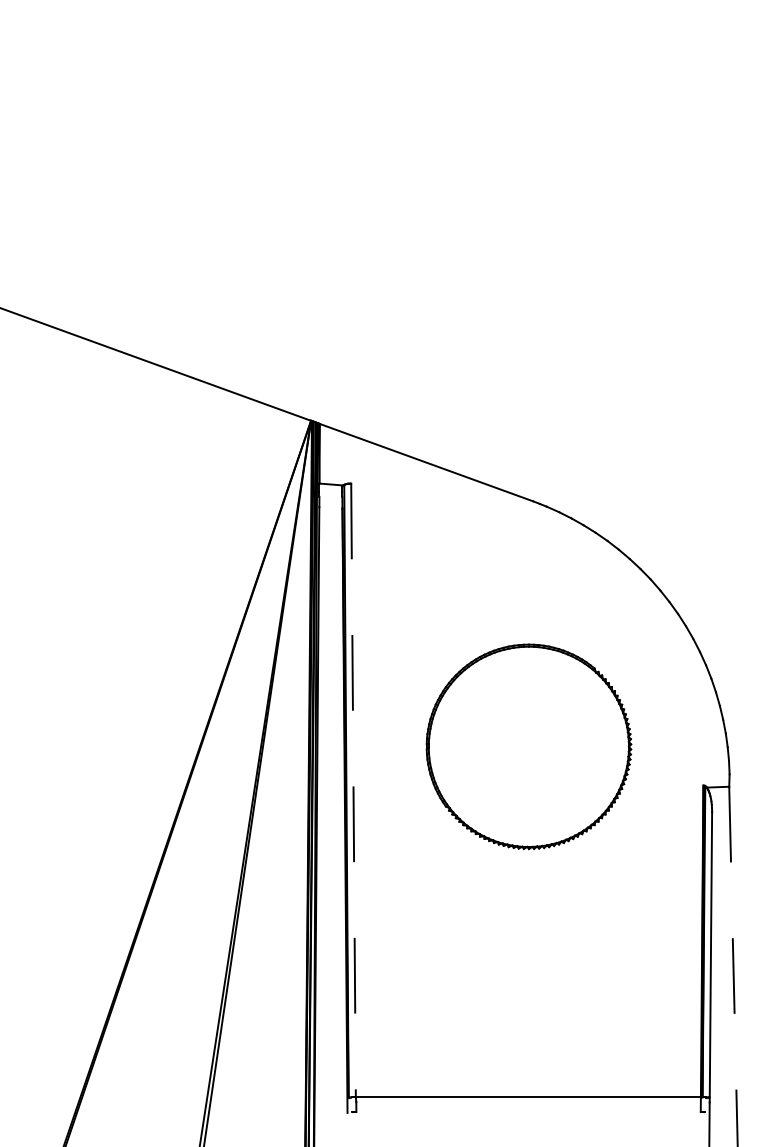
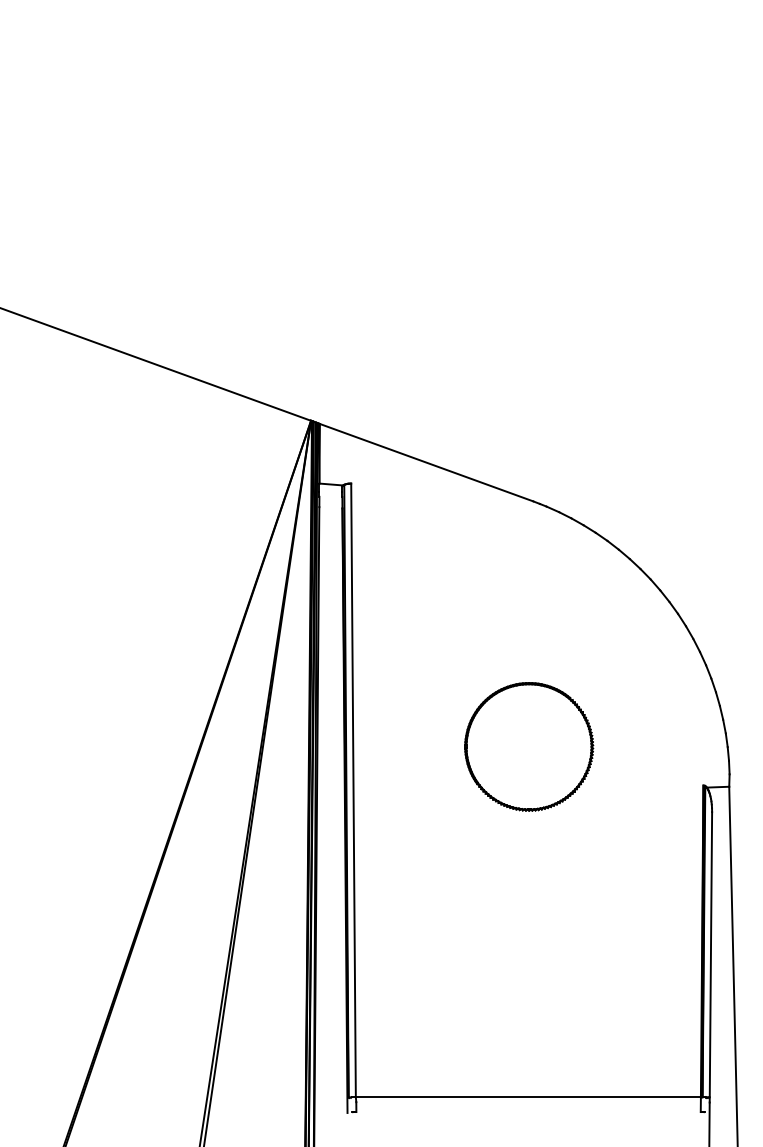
part at (528, 746) size: 208x208 px -> 131x130 px
line at (353, 790): dashed -> solid
line at (733, 966): dashed -> solid
